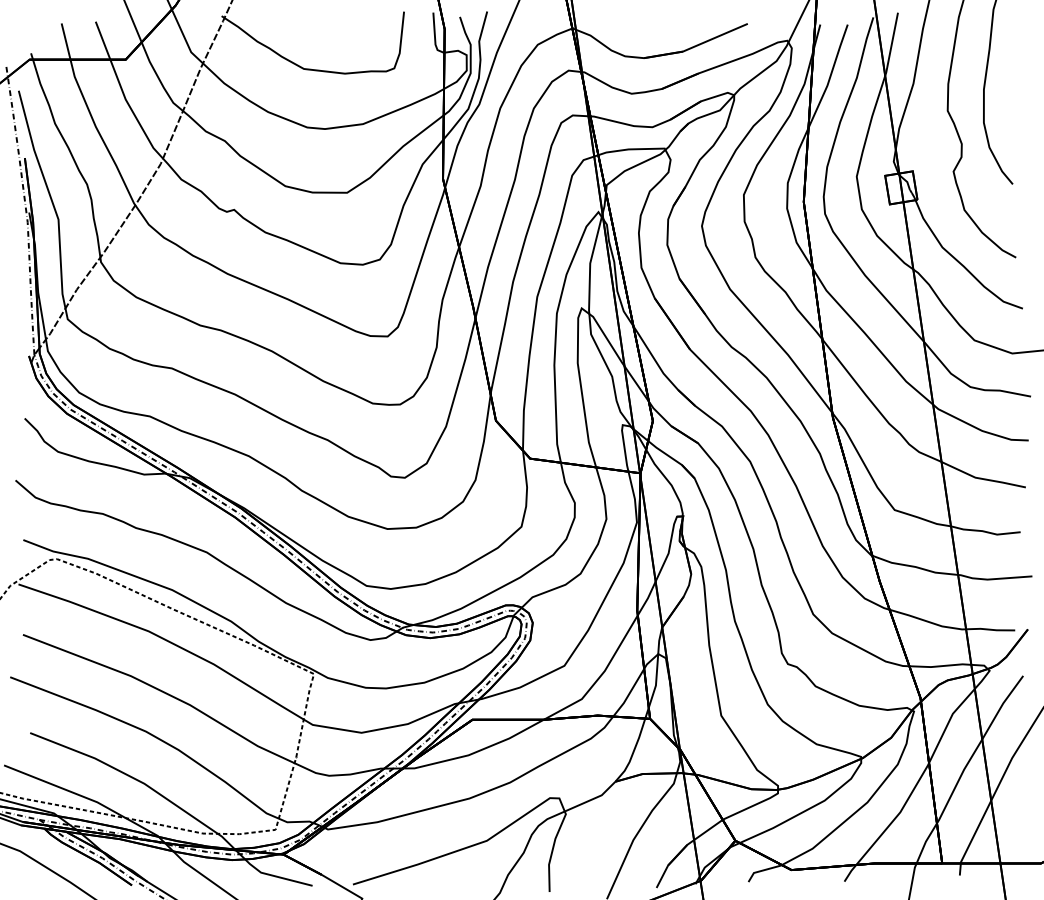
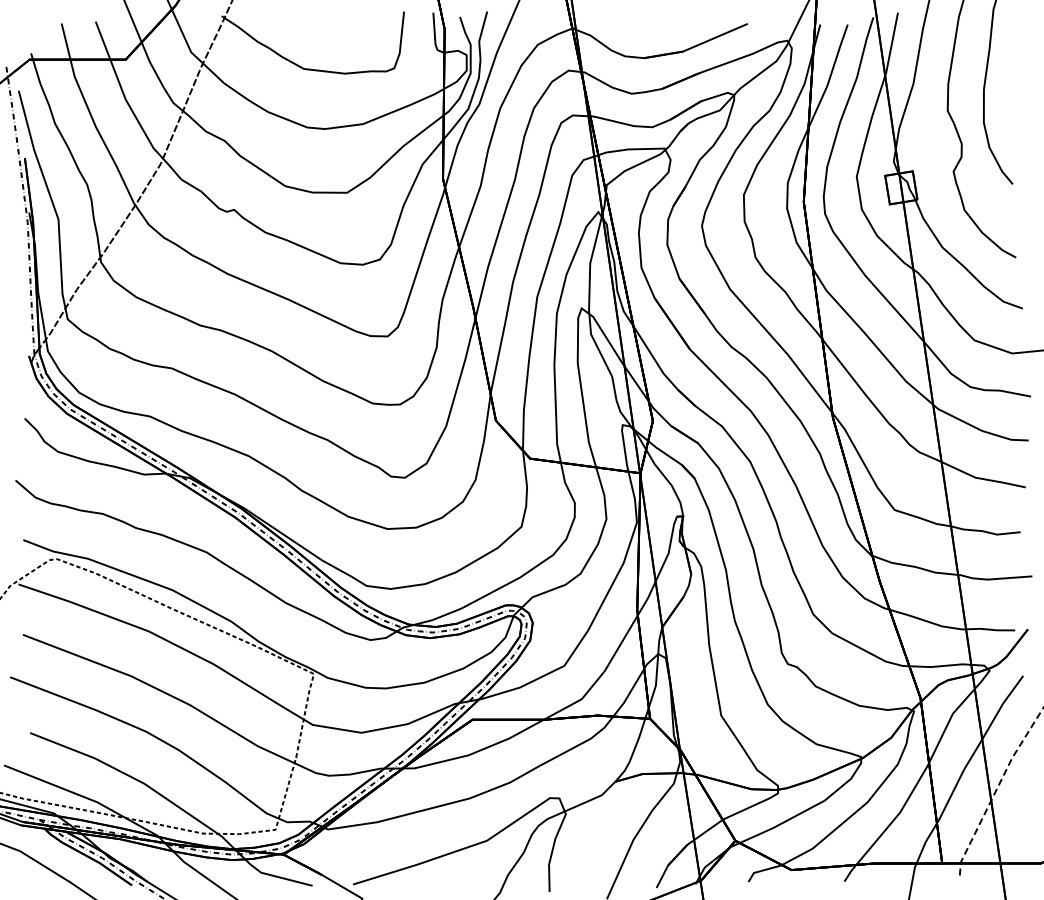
line at (996, 789): solid -> dashed
